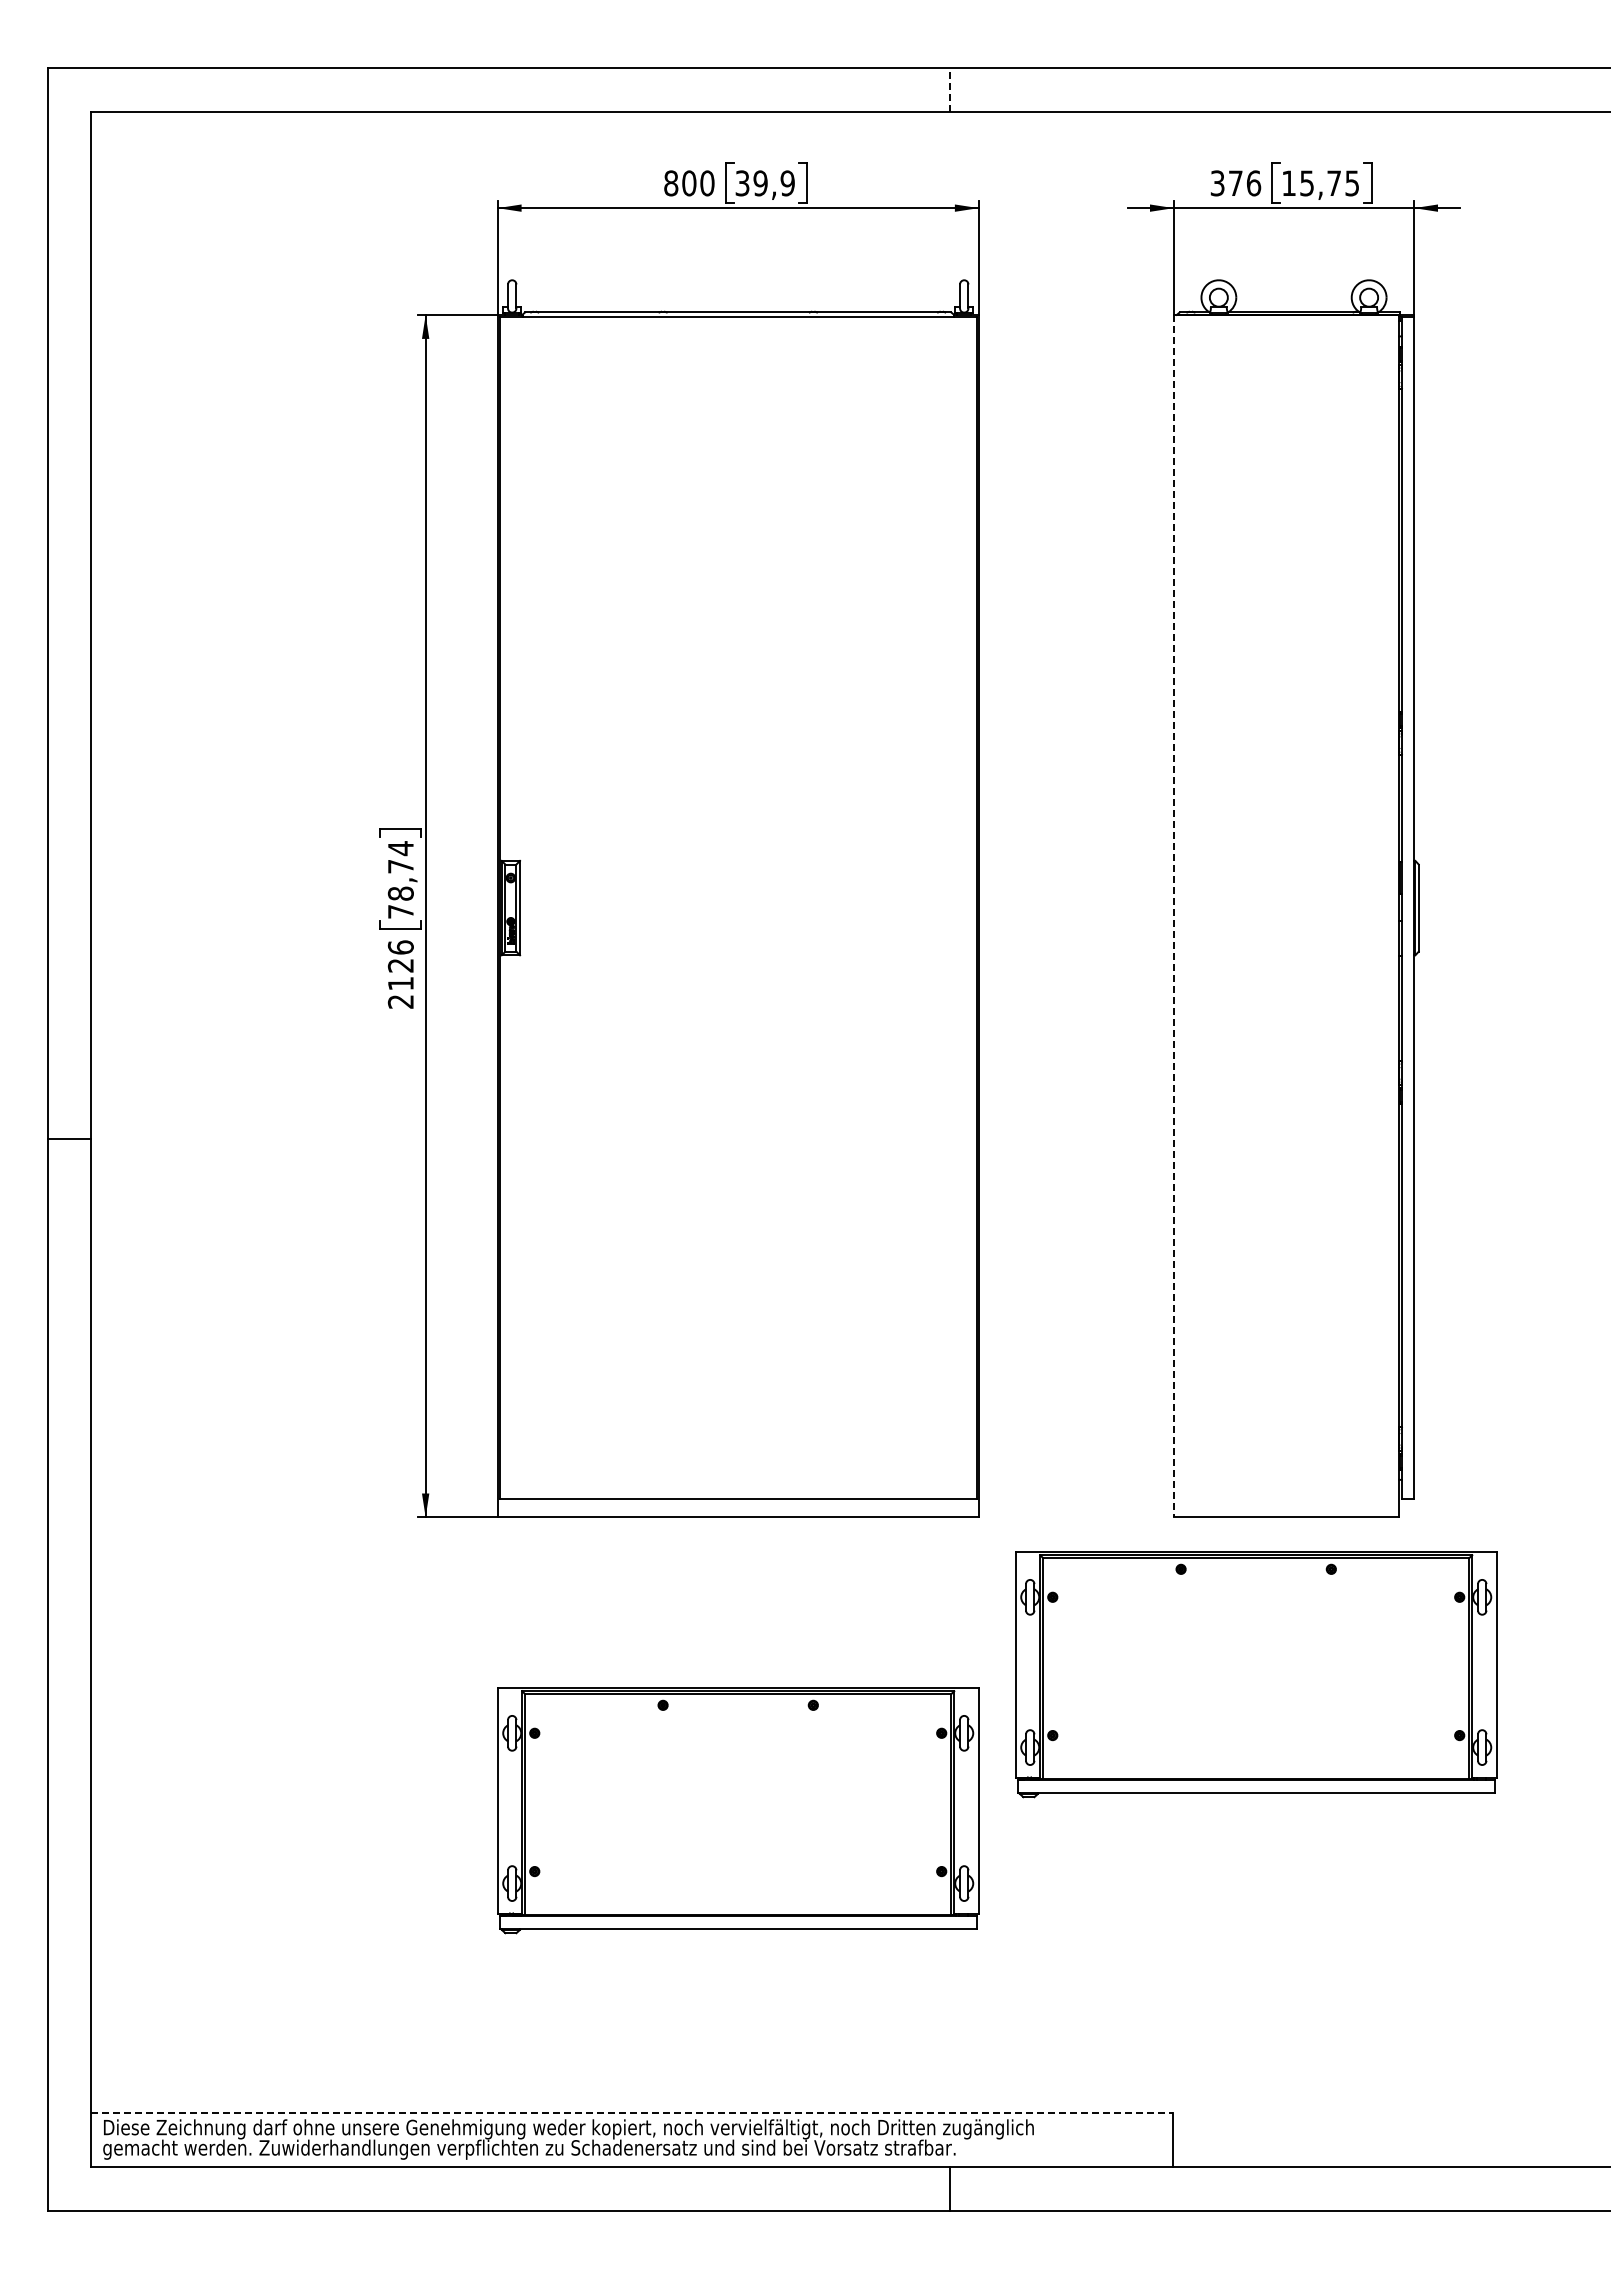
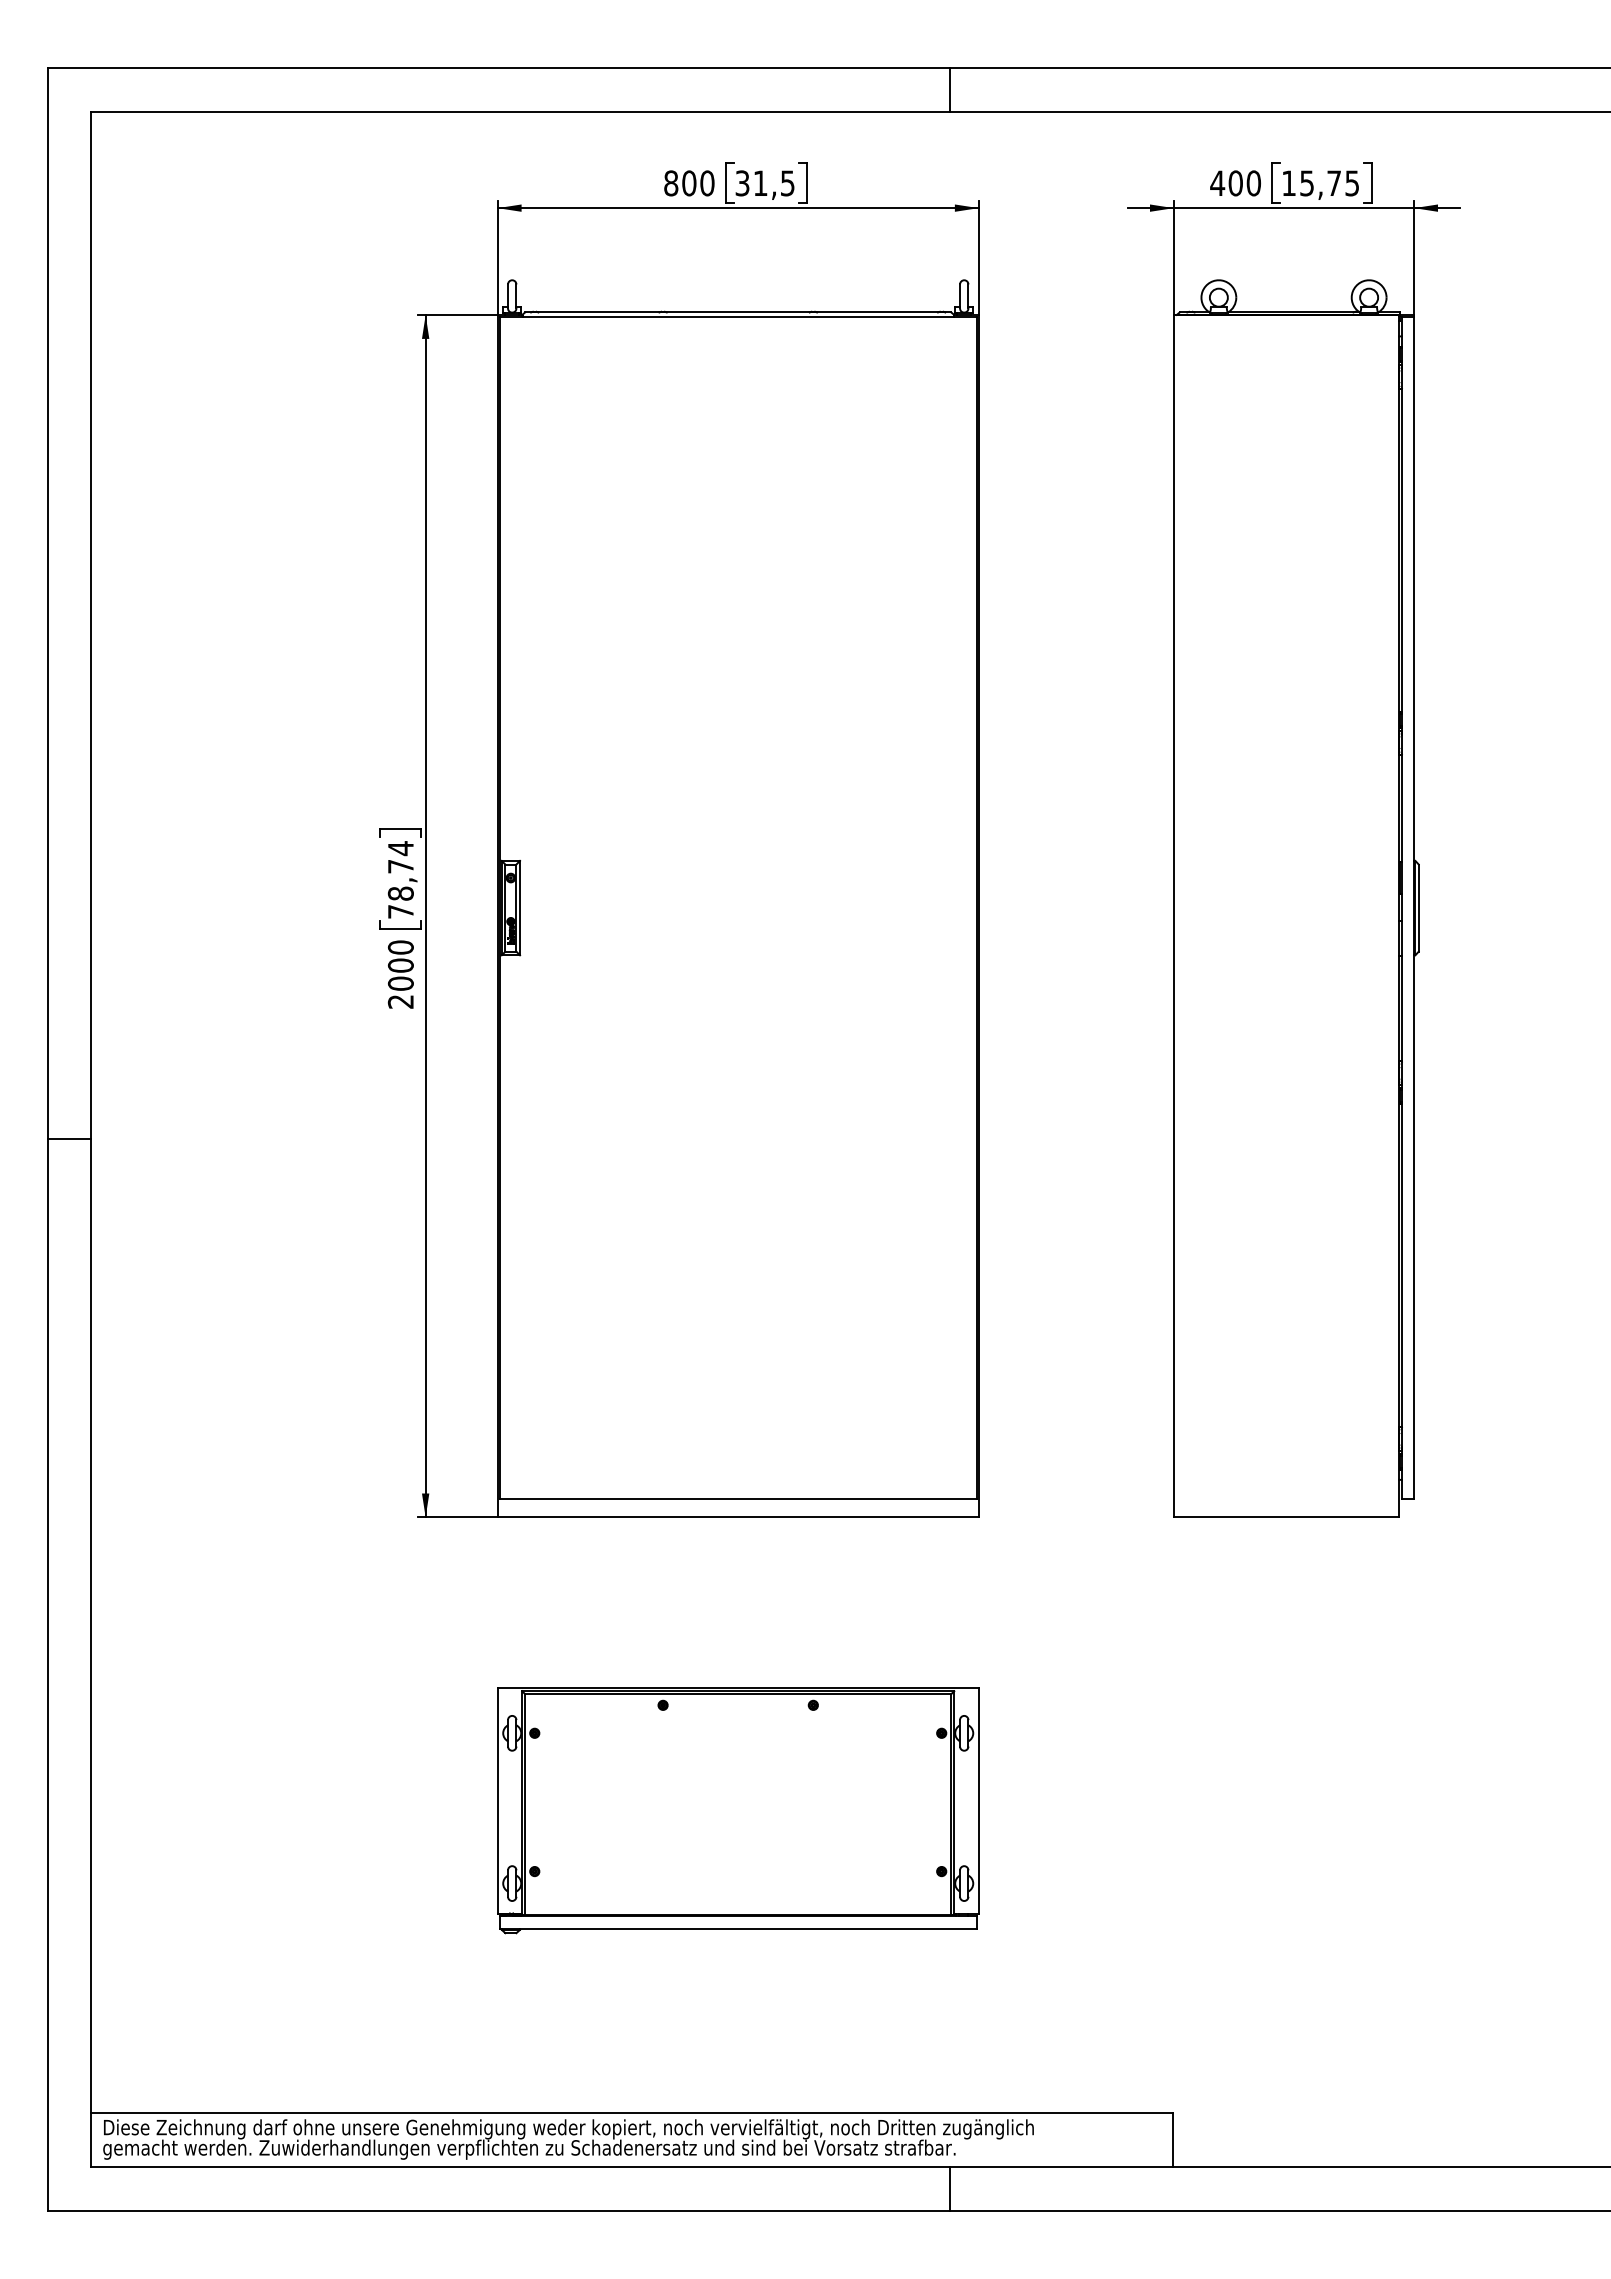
line at (949, 90): dashed -> solid
text at (773, 183): 39,9 -> 31,5
text at (1235, 183): 376 -> 400
line at (1173, 916): dashed -> solid
text at (400, 965): 2126 -> 2000
part at (1256, 1674): present -> none
line at (632, 2113): dashed -> solid
